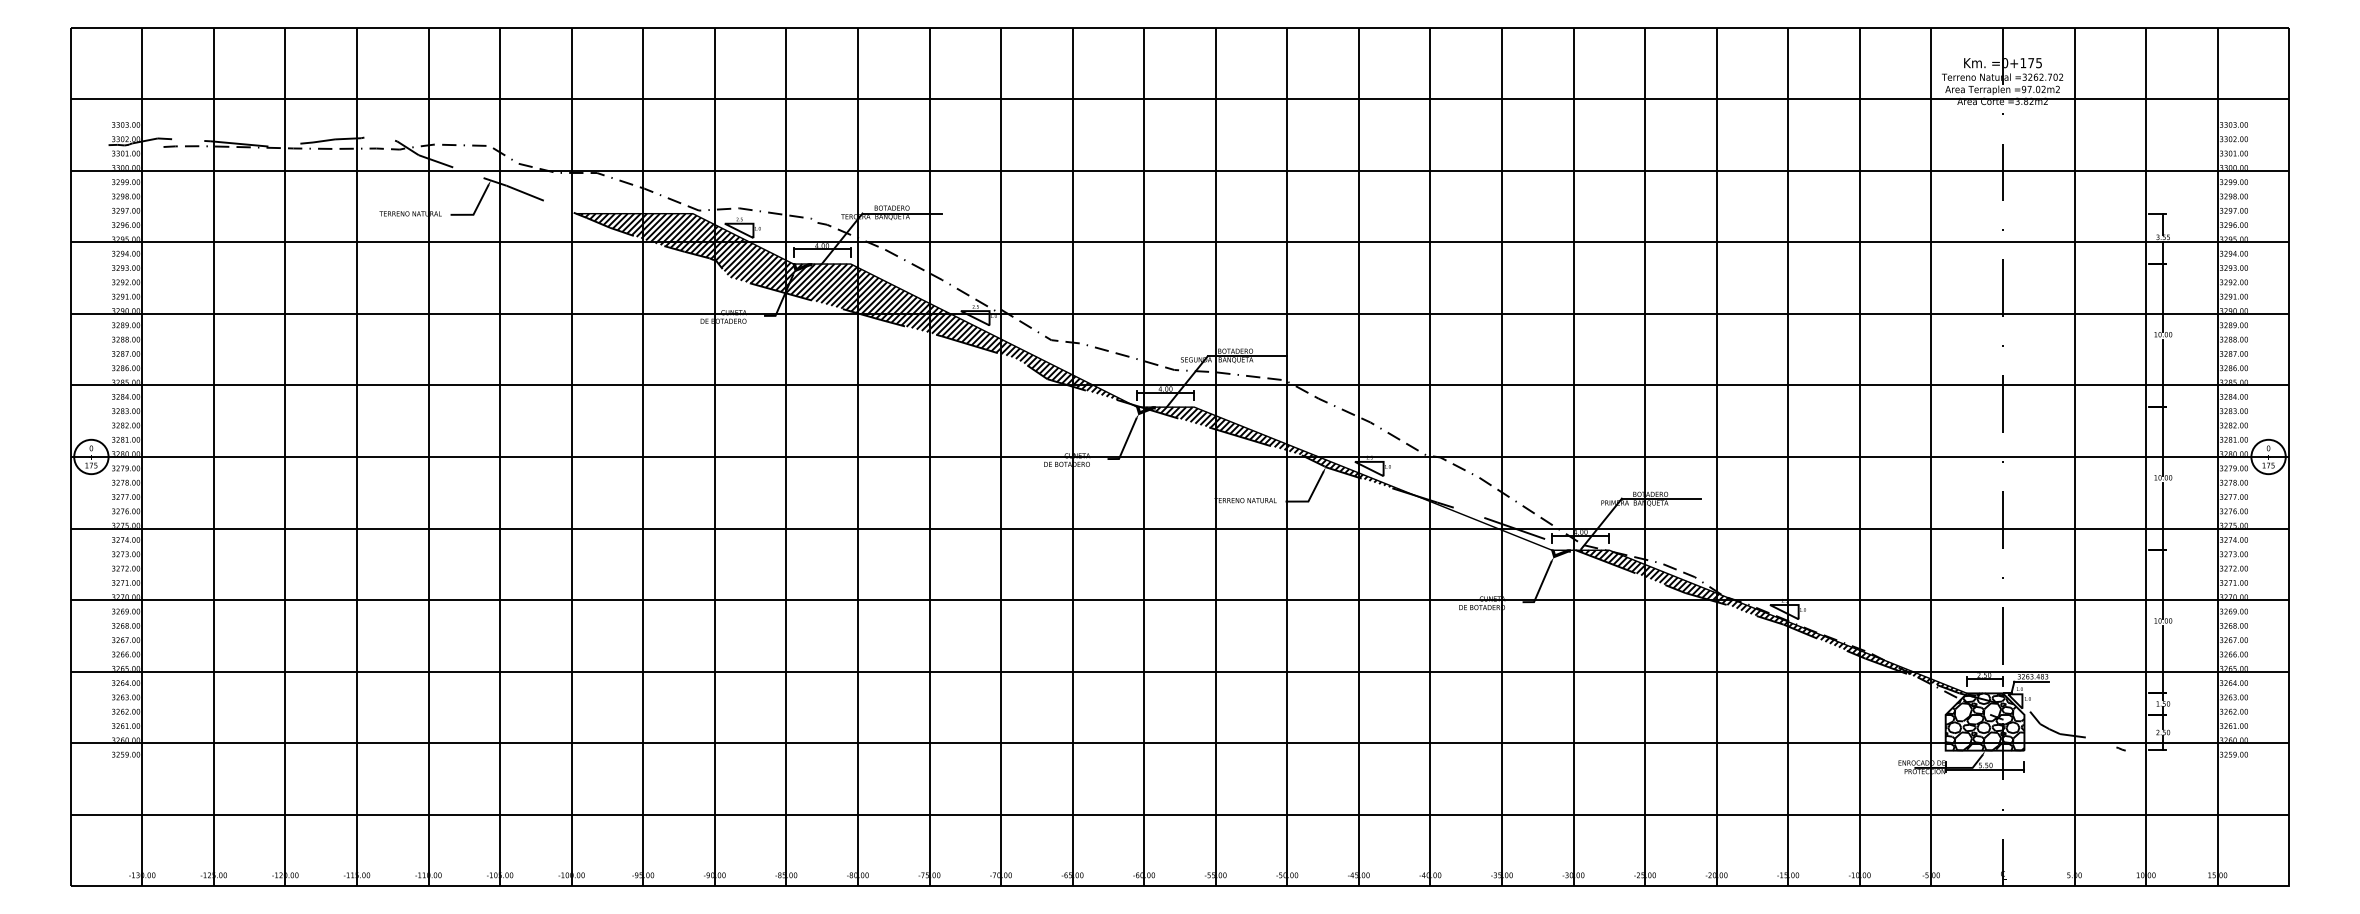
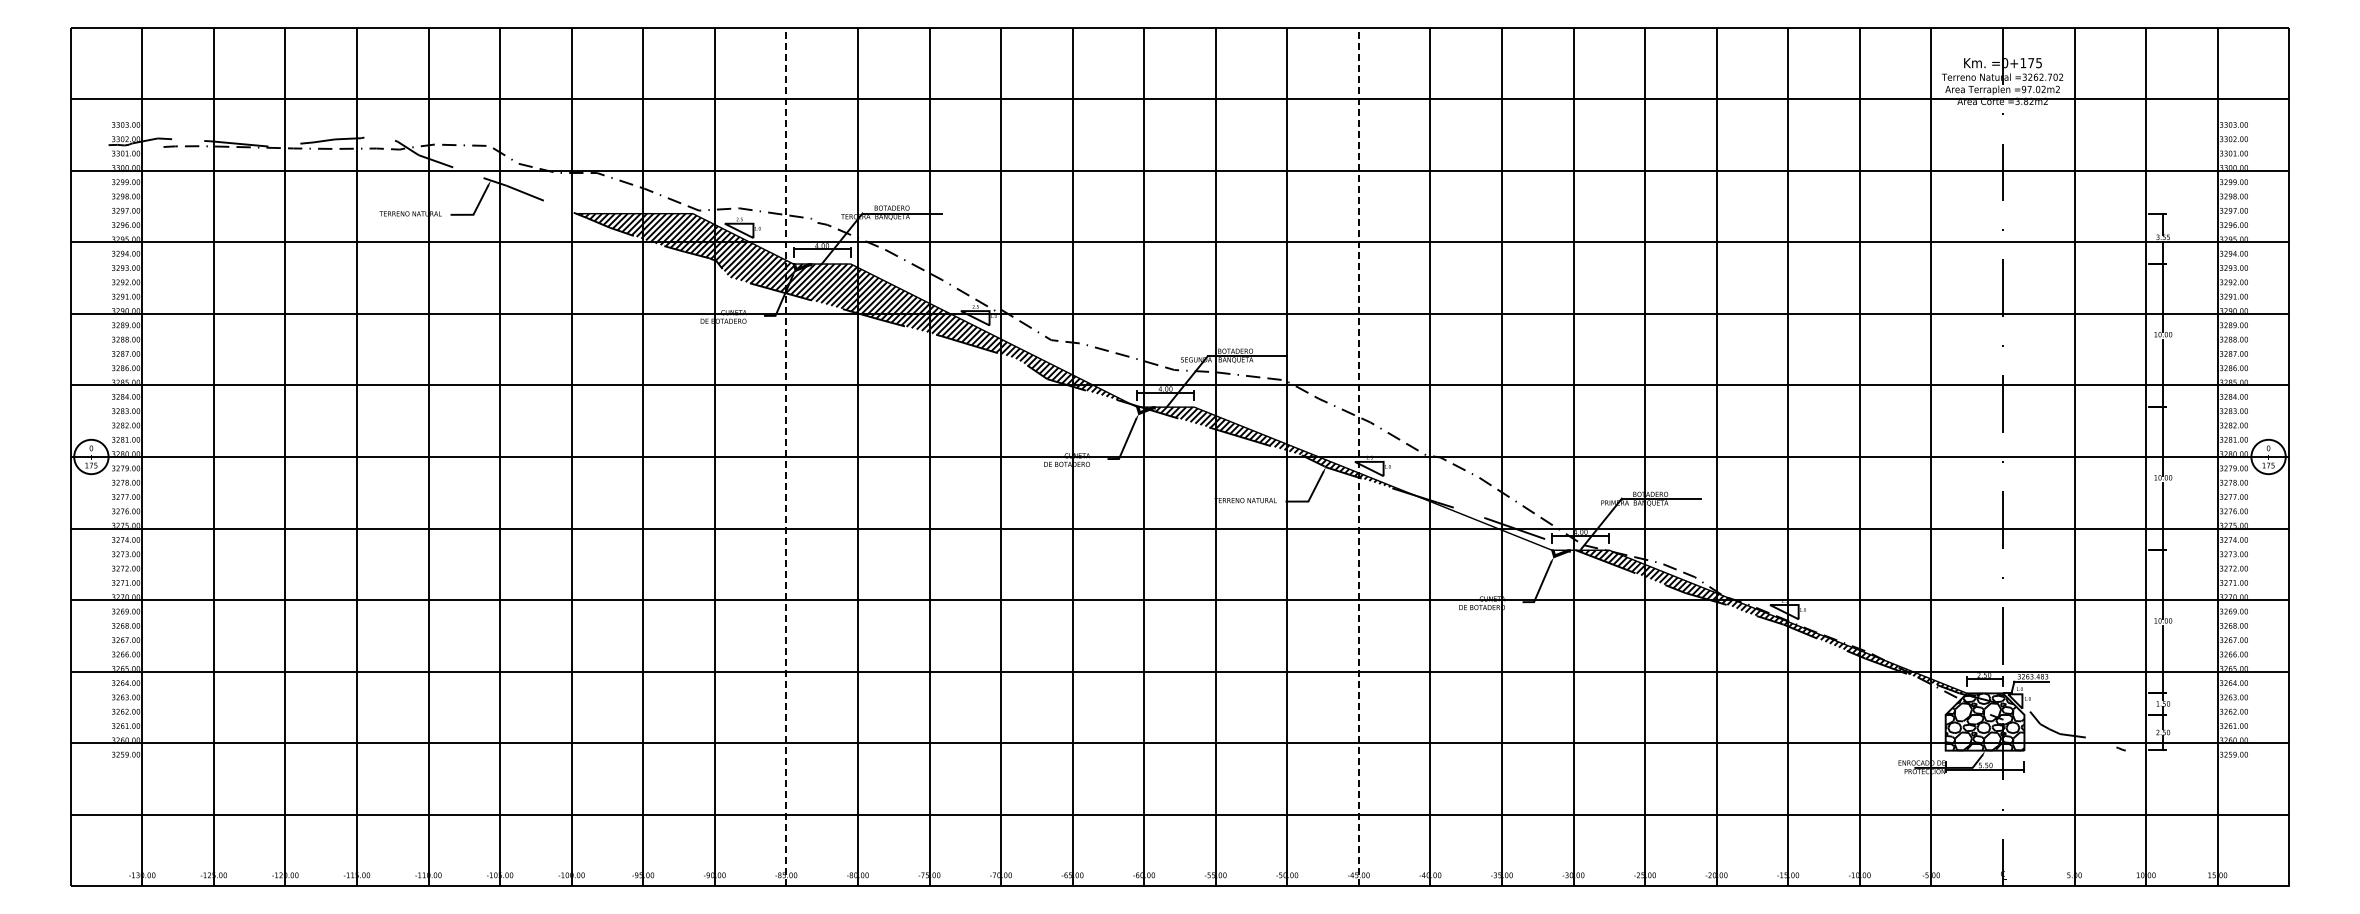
line at (786, 456): solid -> dashed
line at (1358, 456): solid -> dashed
